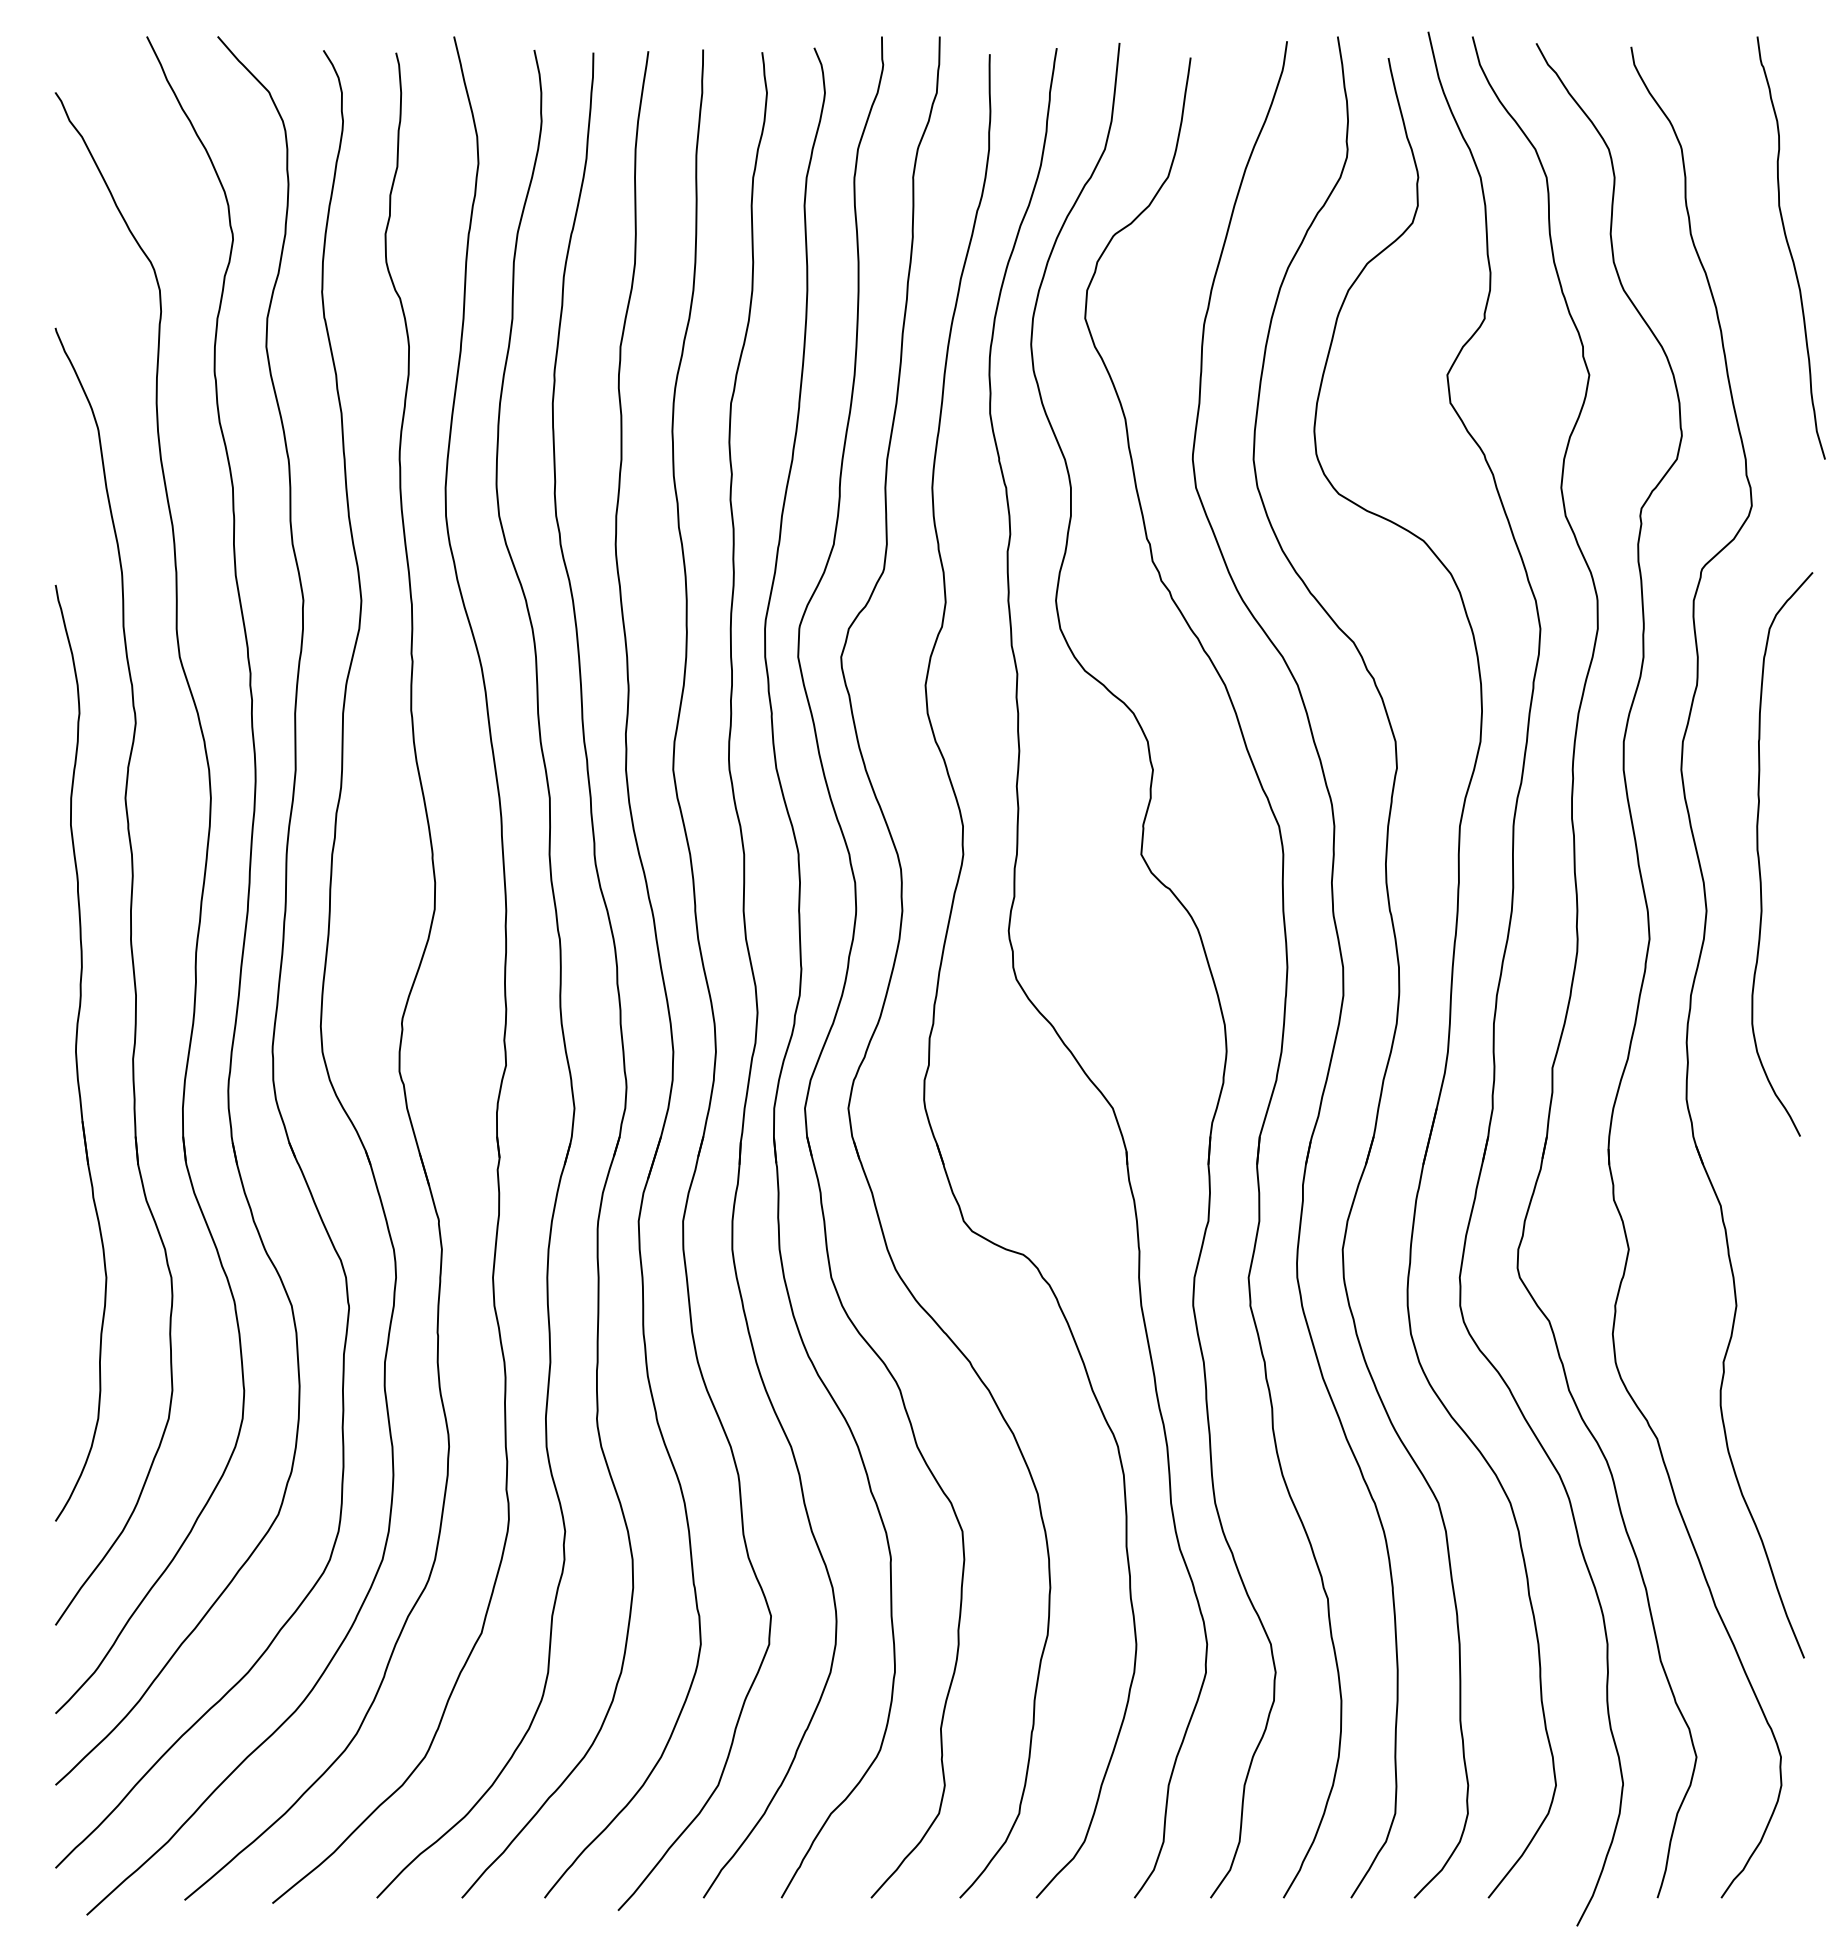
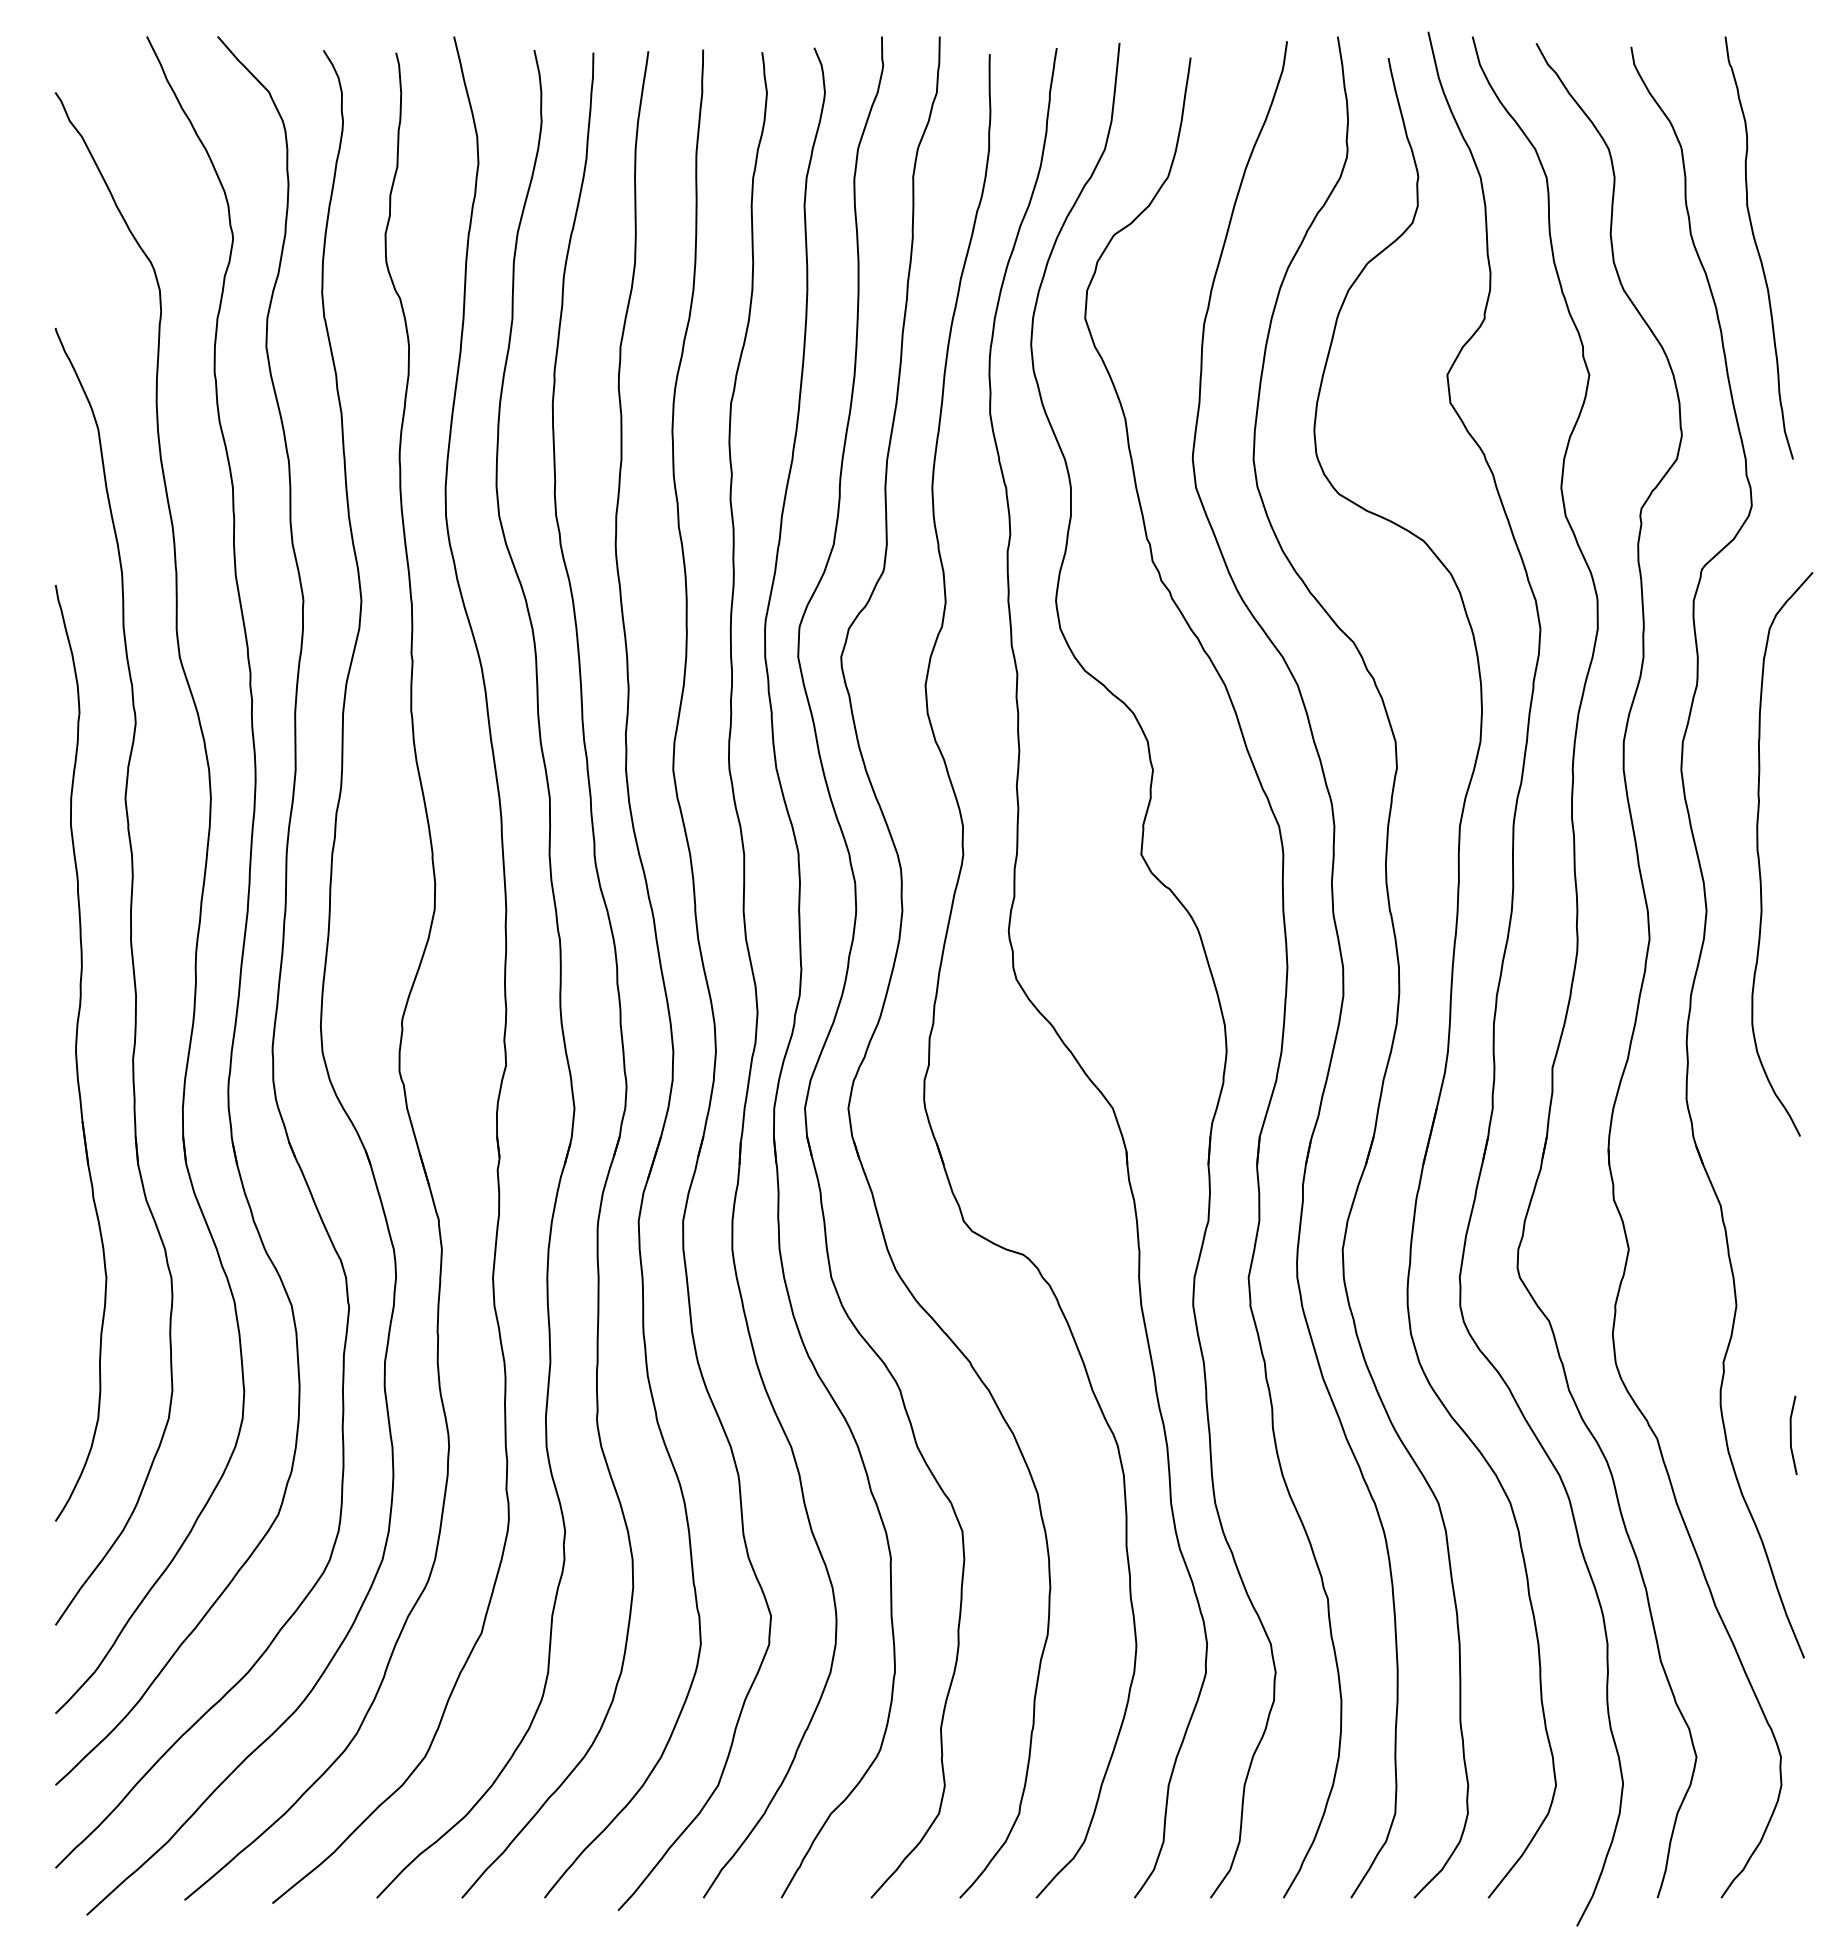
curve at (1789, 247) position: (1789, 247) -> (1757, 247)
line at (1791, 1435): none -> present
